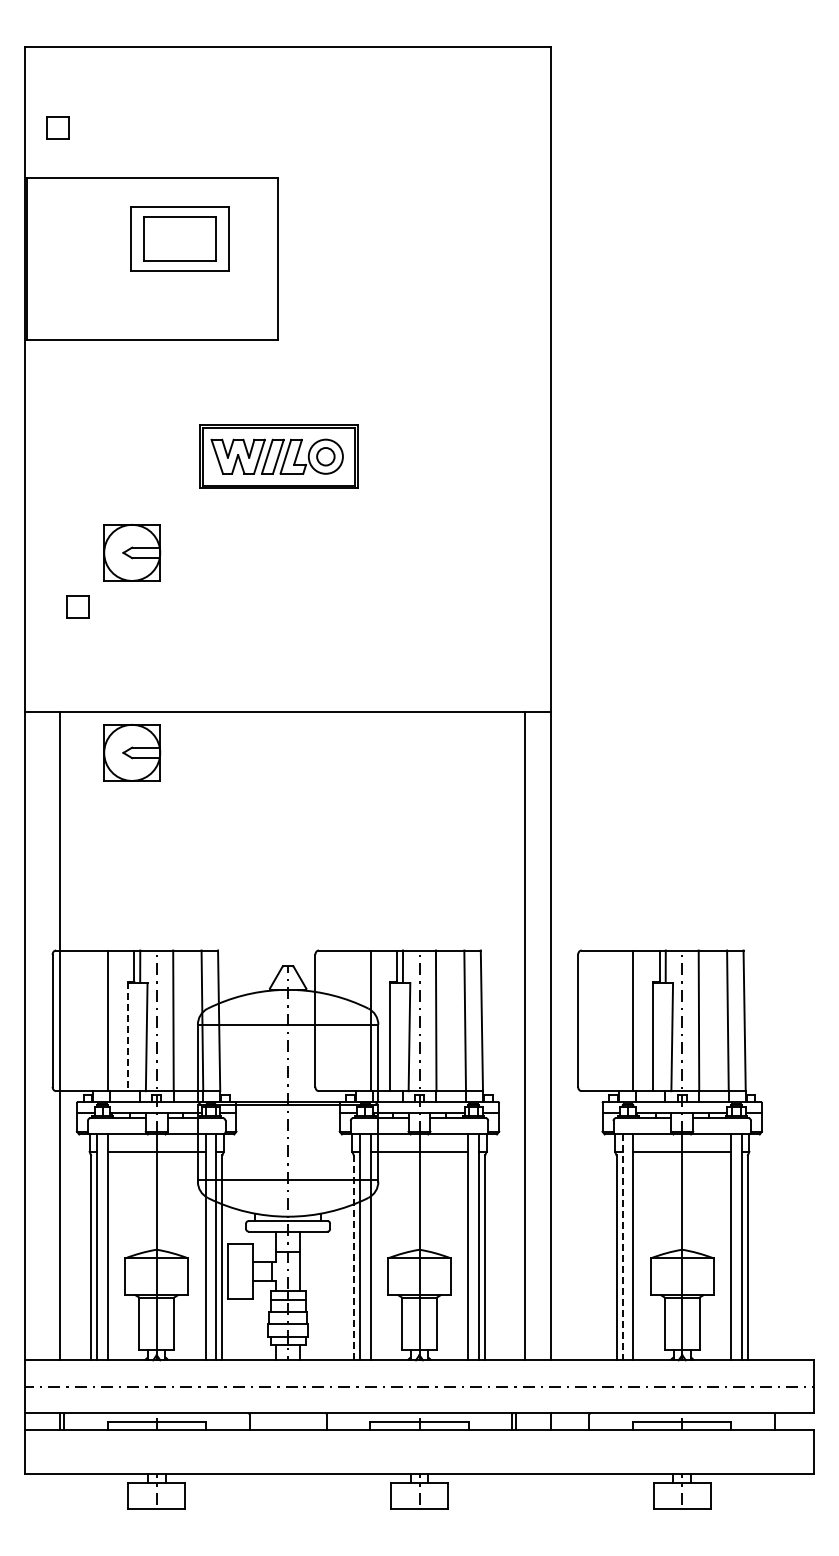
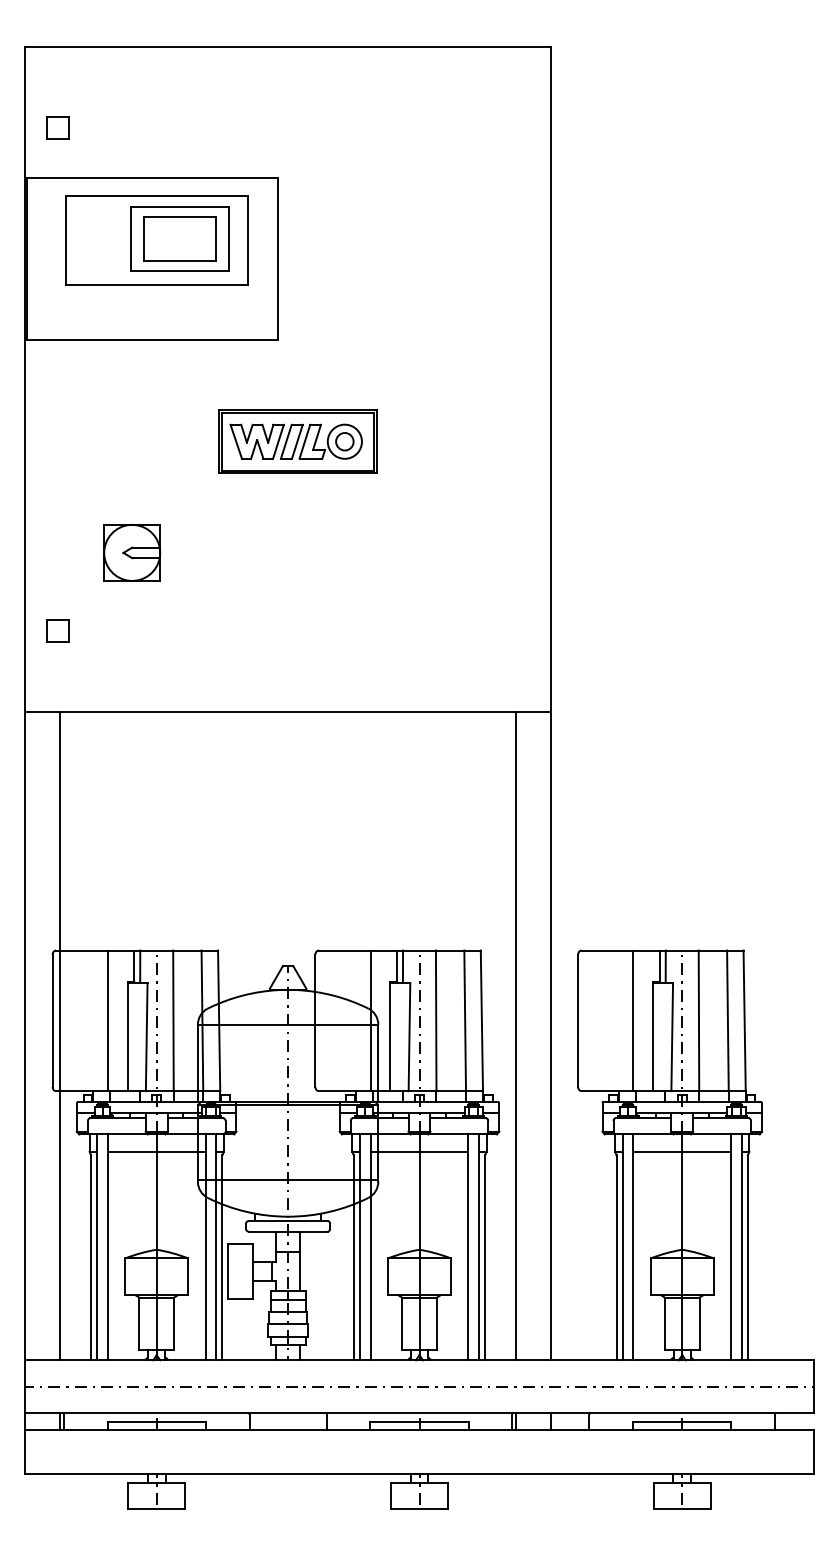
part at (156, 240): none -> present
part at (278, 456) position: (278, 456) -> (297, 441)
part at (77, 606) position: (77, 606) -> (57, 630)
part at (132, 752): present -> none
line at (127, 1036): dashed -> solid
line at (524, 1036) position: (524, 1036) -> (515, 1036)
line at (622, 1247): dashed -> solid
line at (353, 1258): dashed -> solid
